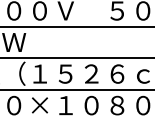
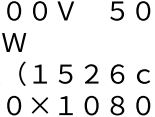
line at (76, 26): present -> none
line at (76, 58): present -> none
line at (76, 89): present -> none
